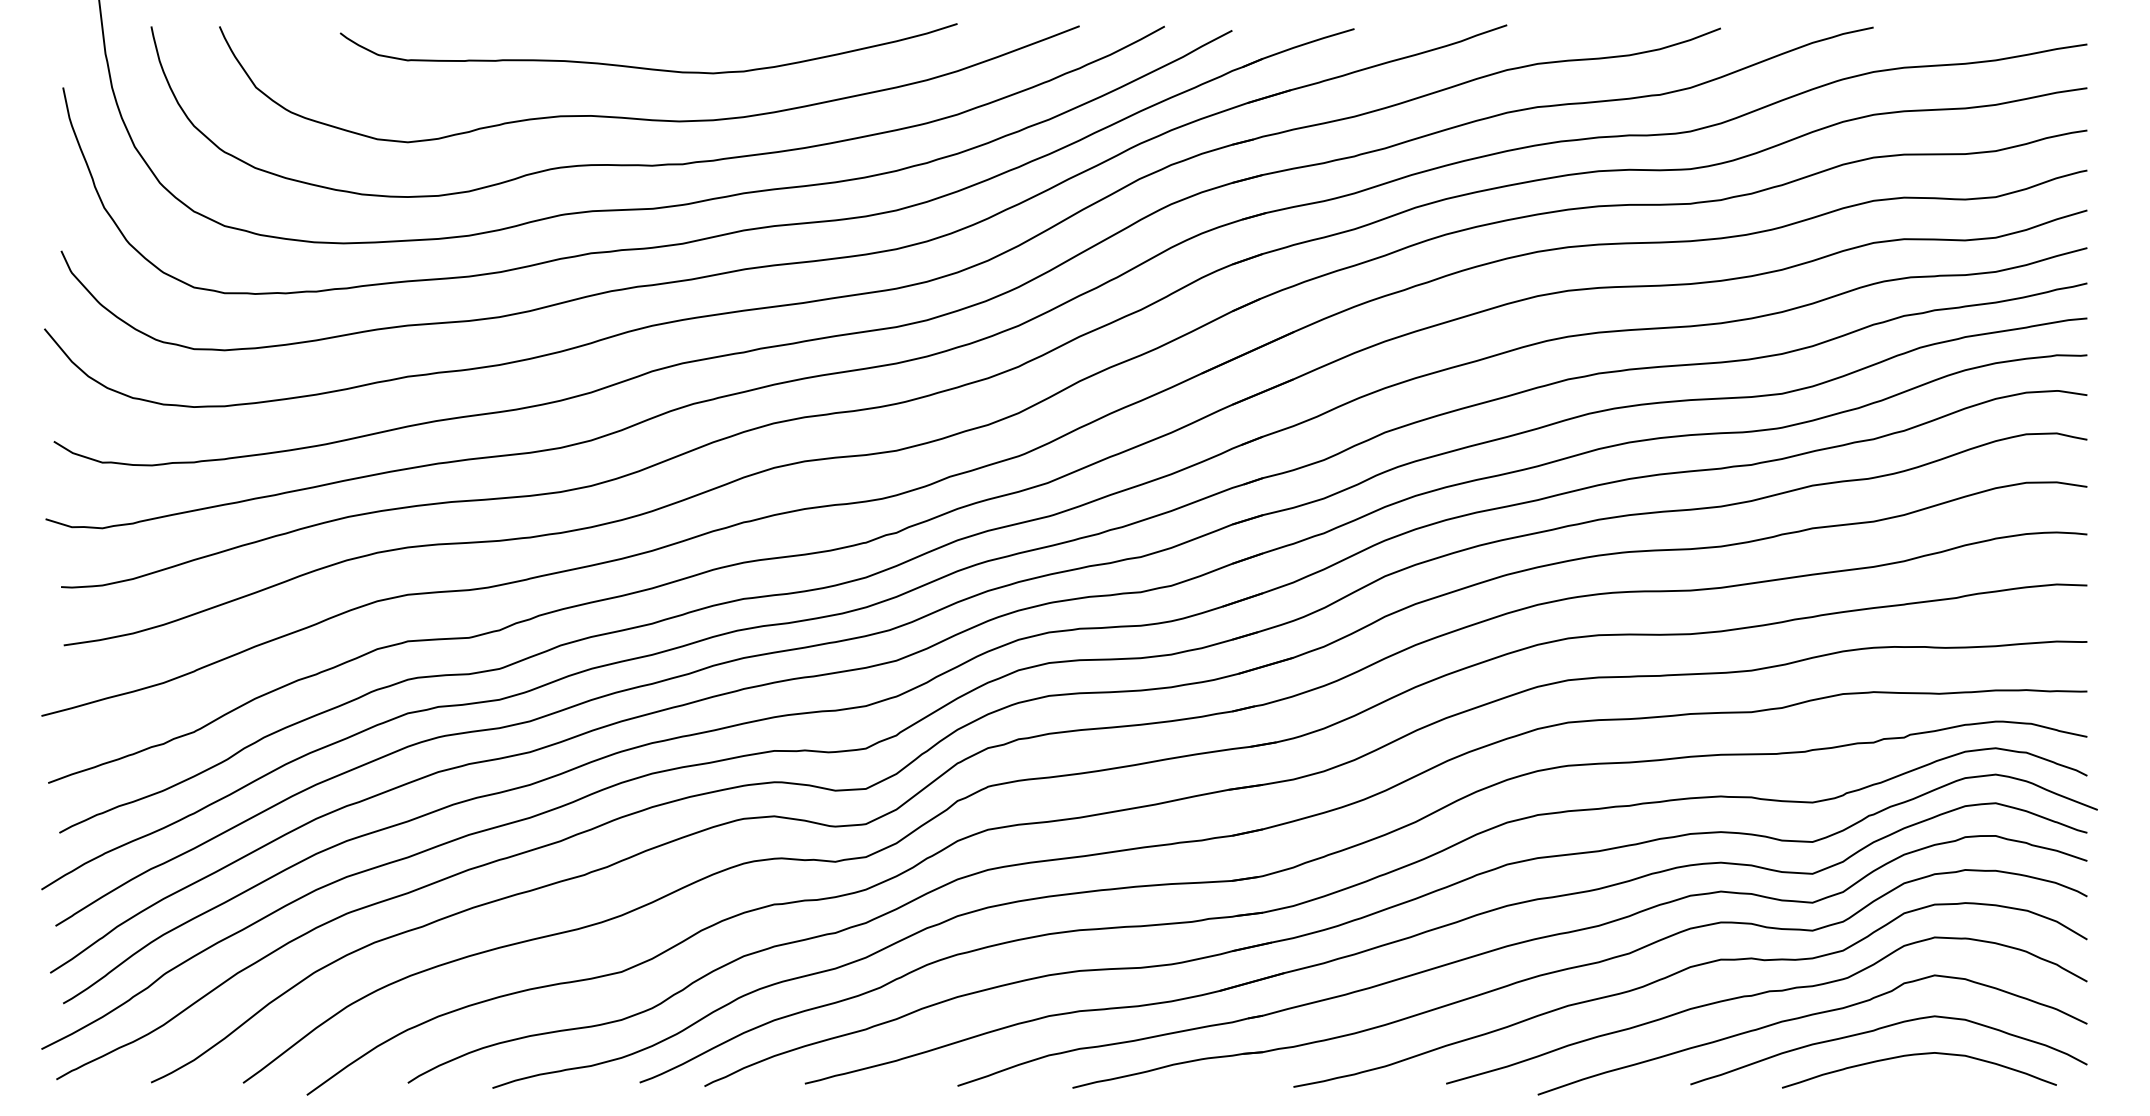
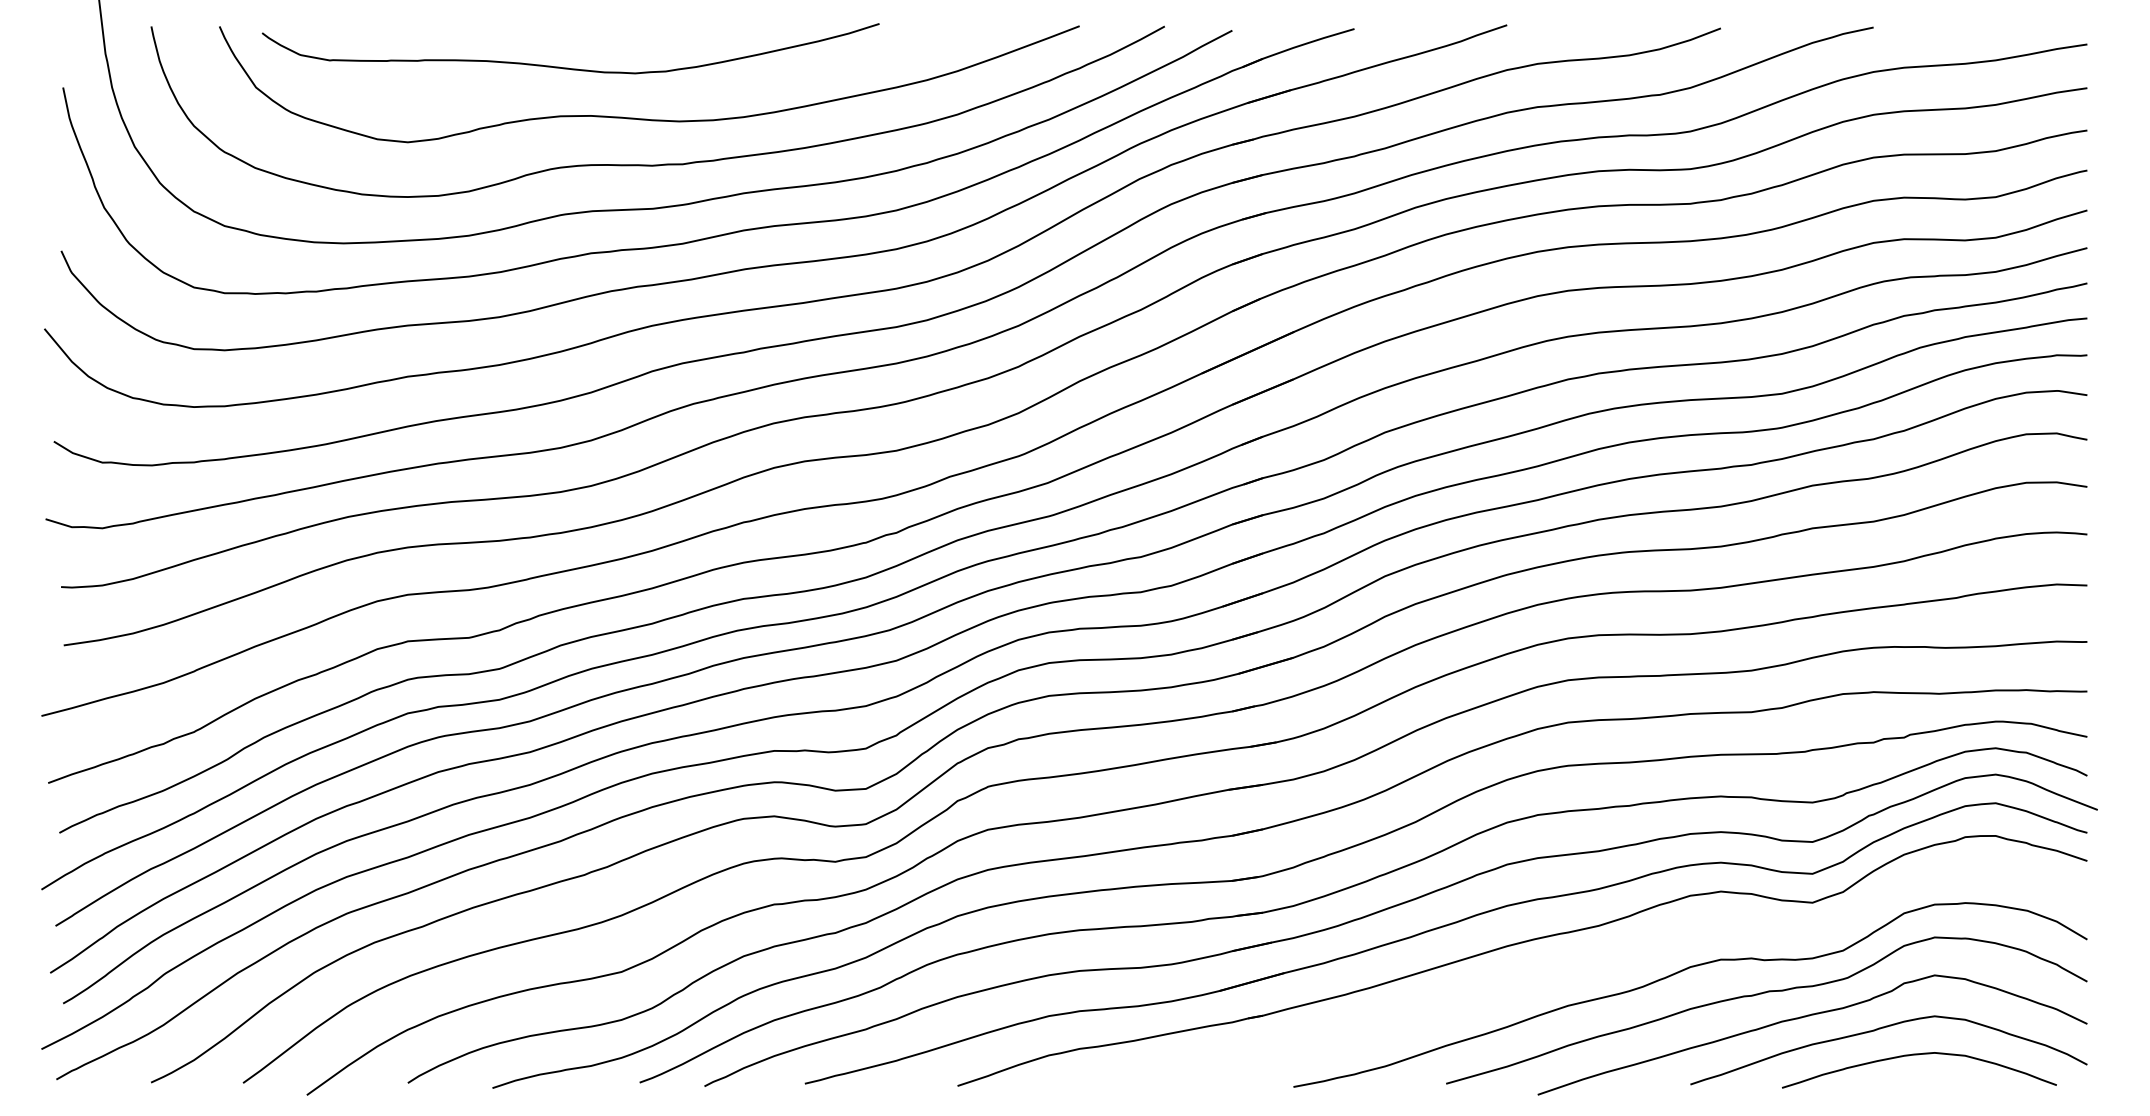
curve at (646, 67) position: (646, 67) -> (568, 67)
part at (1575, 968): present -> none
